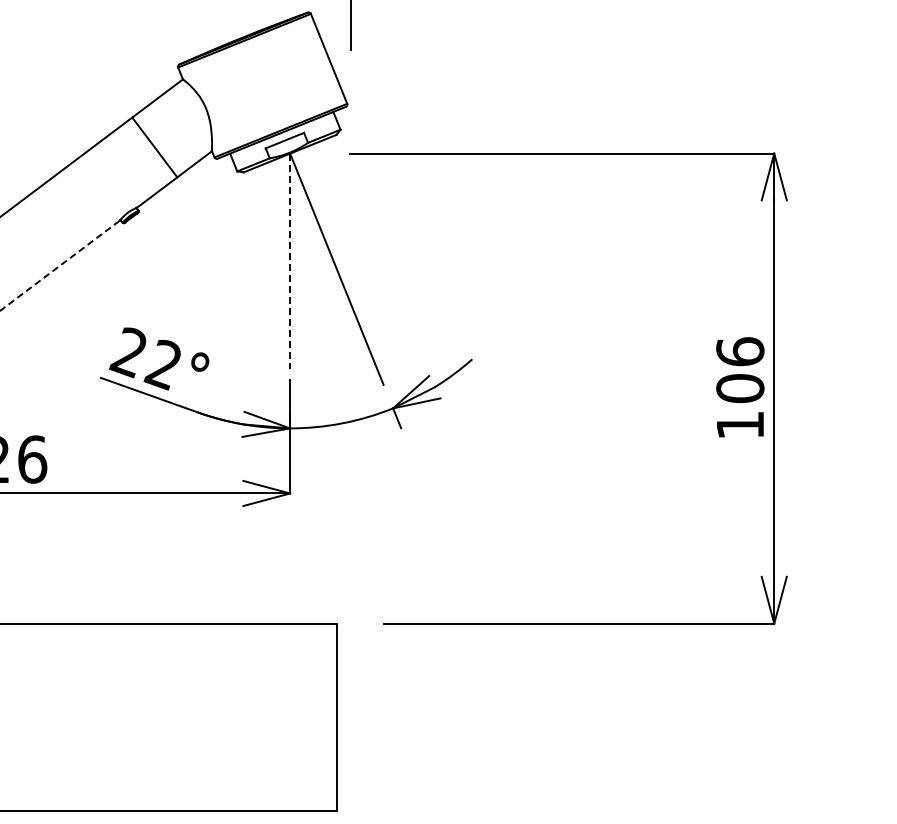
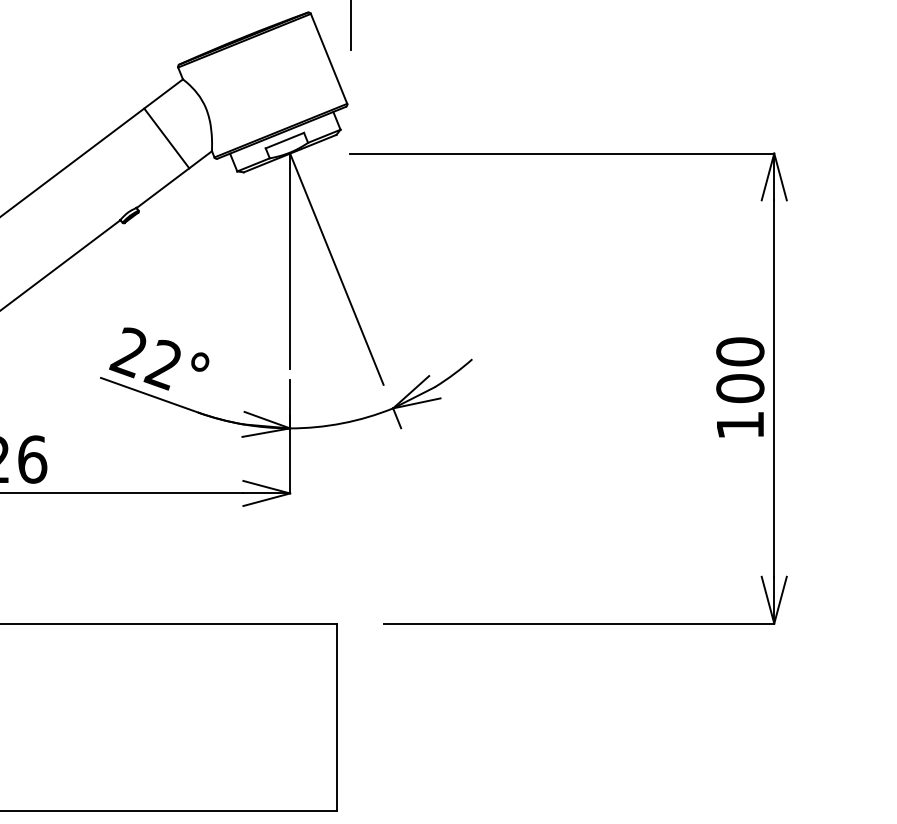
line at (154, 147) position: (154, 147) -> (166, 138)
line at (290, 261): dashed -> solid
line at (60, 265): dashed -> solid
text at (740, 351): 106 -> 100
